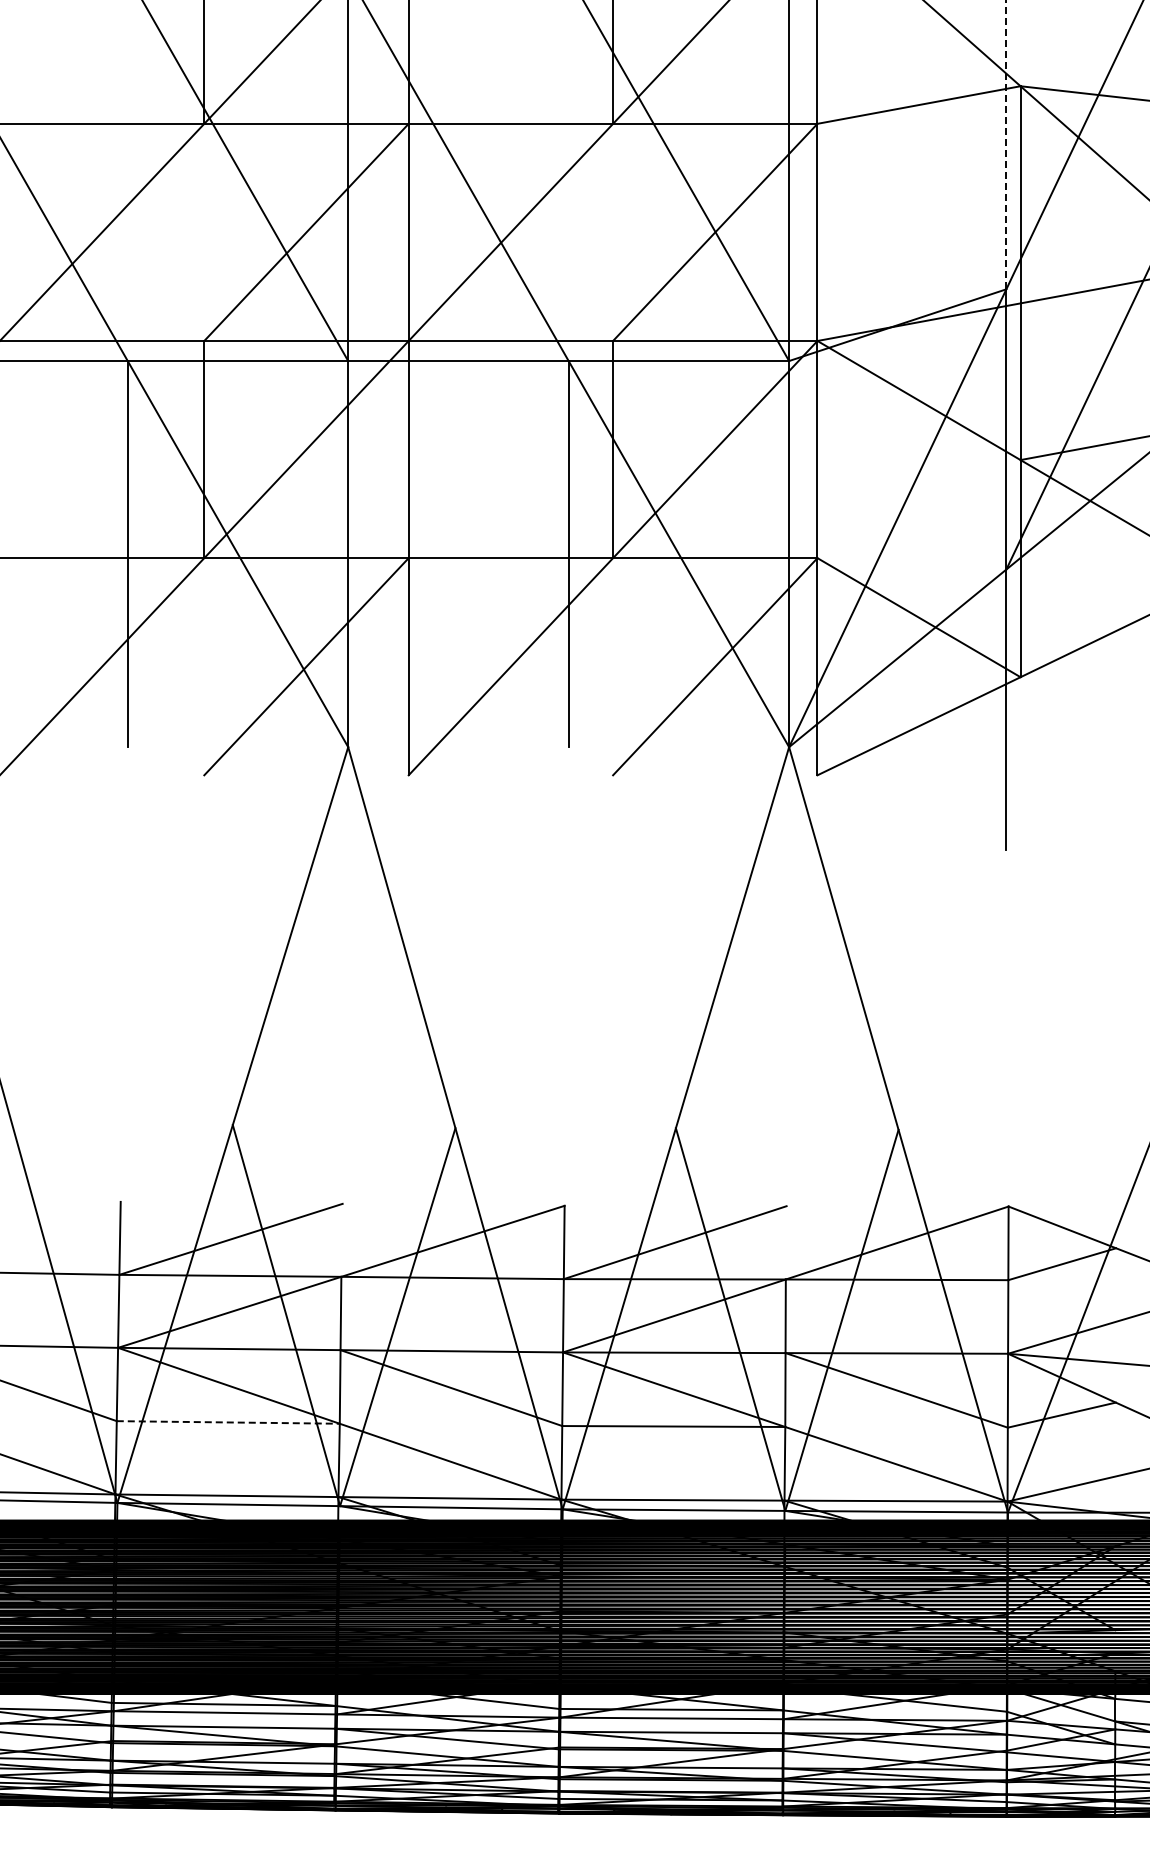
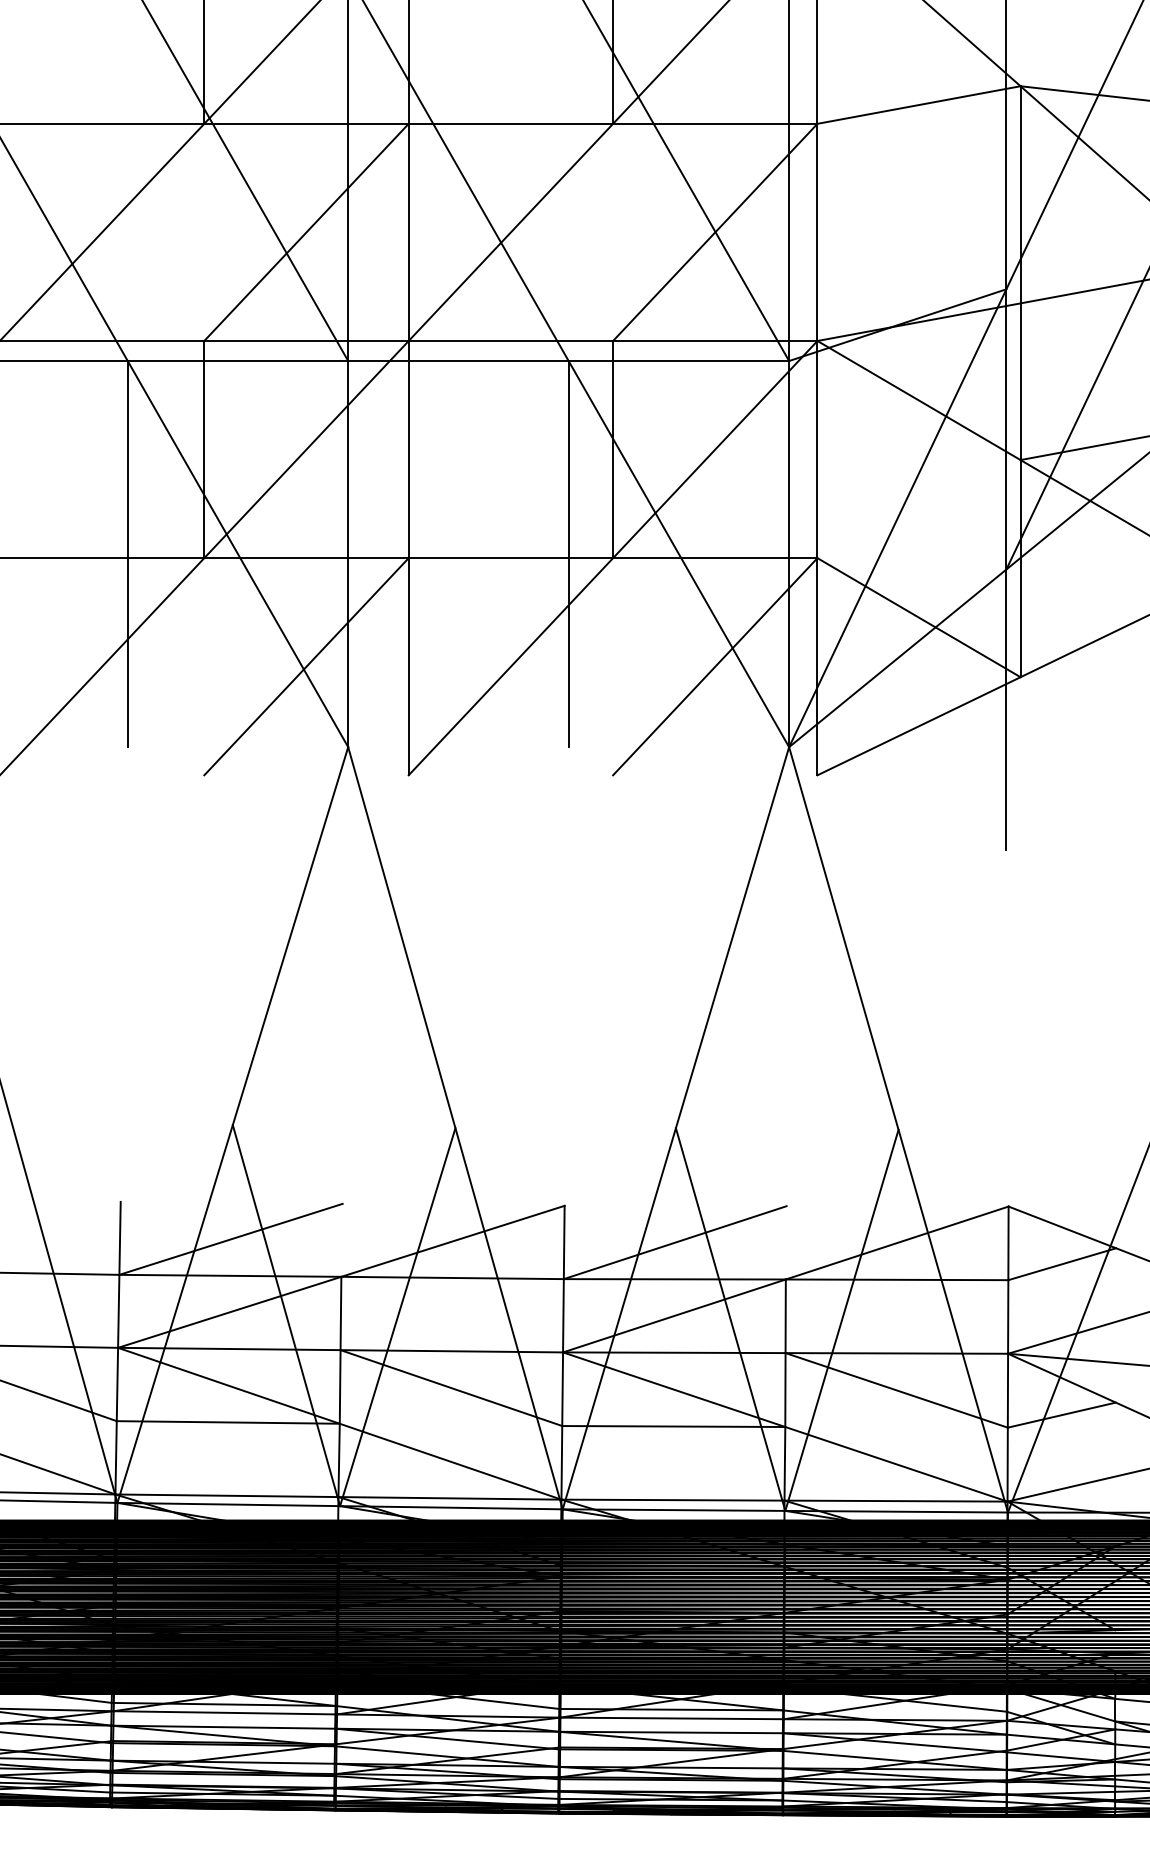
line at (1006, 144): dashed -> solid
line at (228, 1422): dashed -> solid
